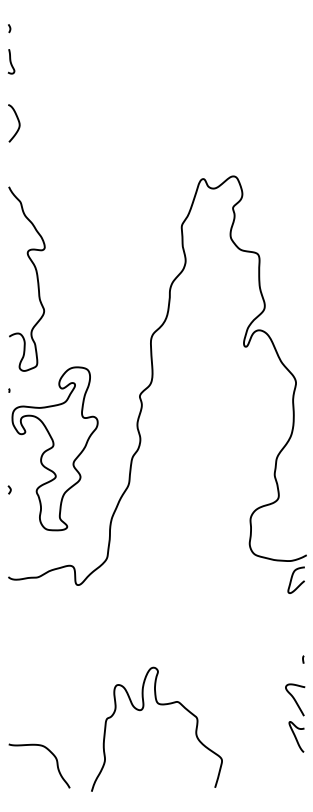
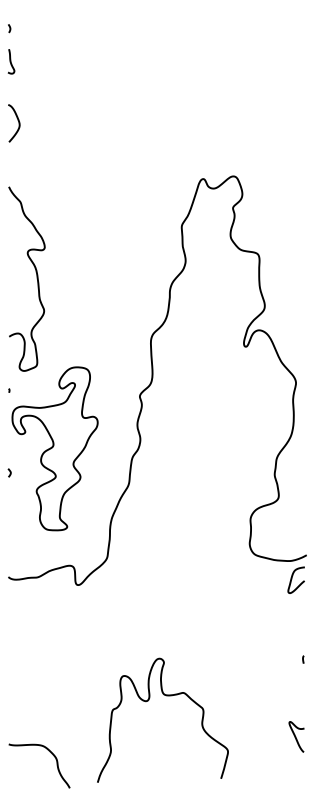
curve at (9, 489) position: (9, 489) -> (9, 472)
curve at (295, 699): present -> none
curve at (142, 710) position: (142, 710) -> (148, 701)
